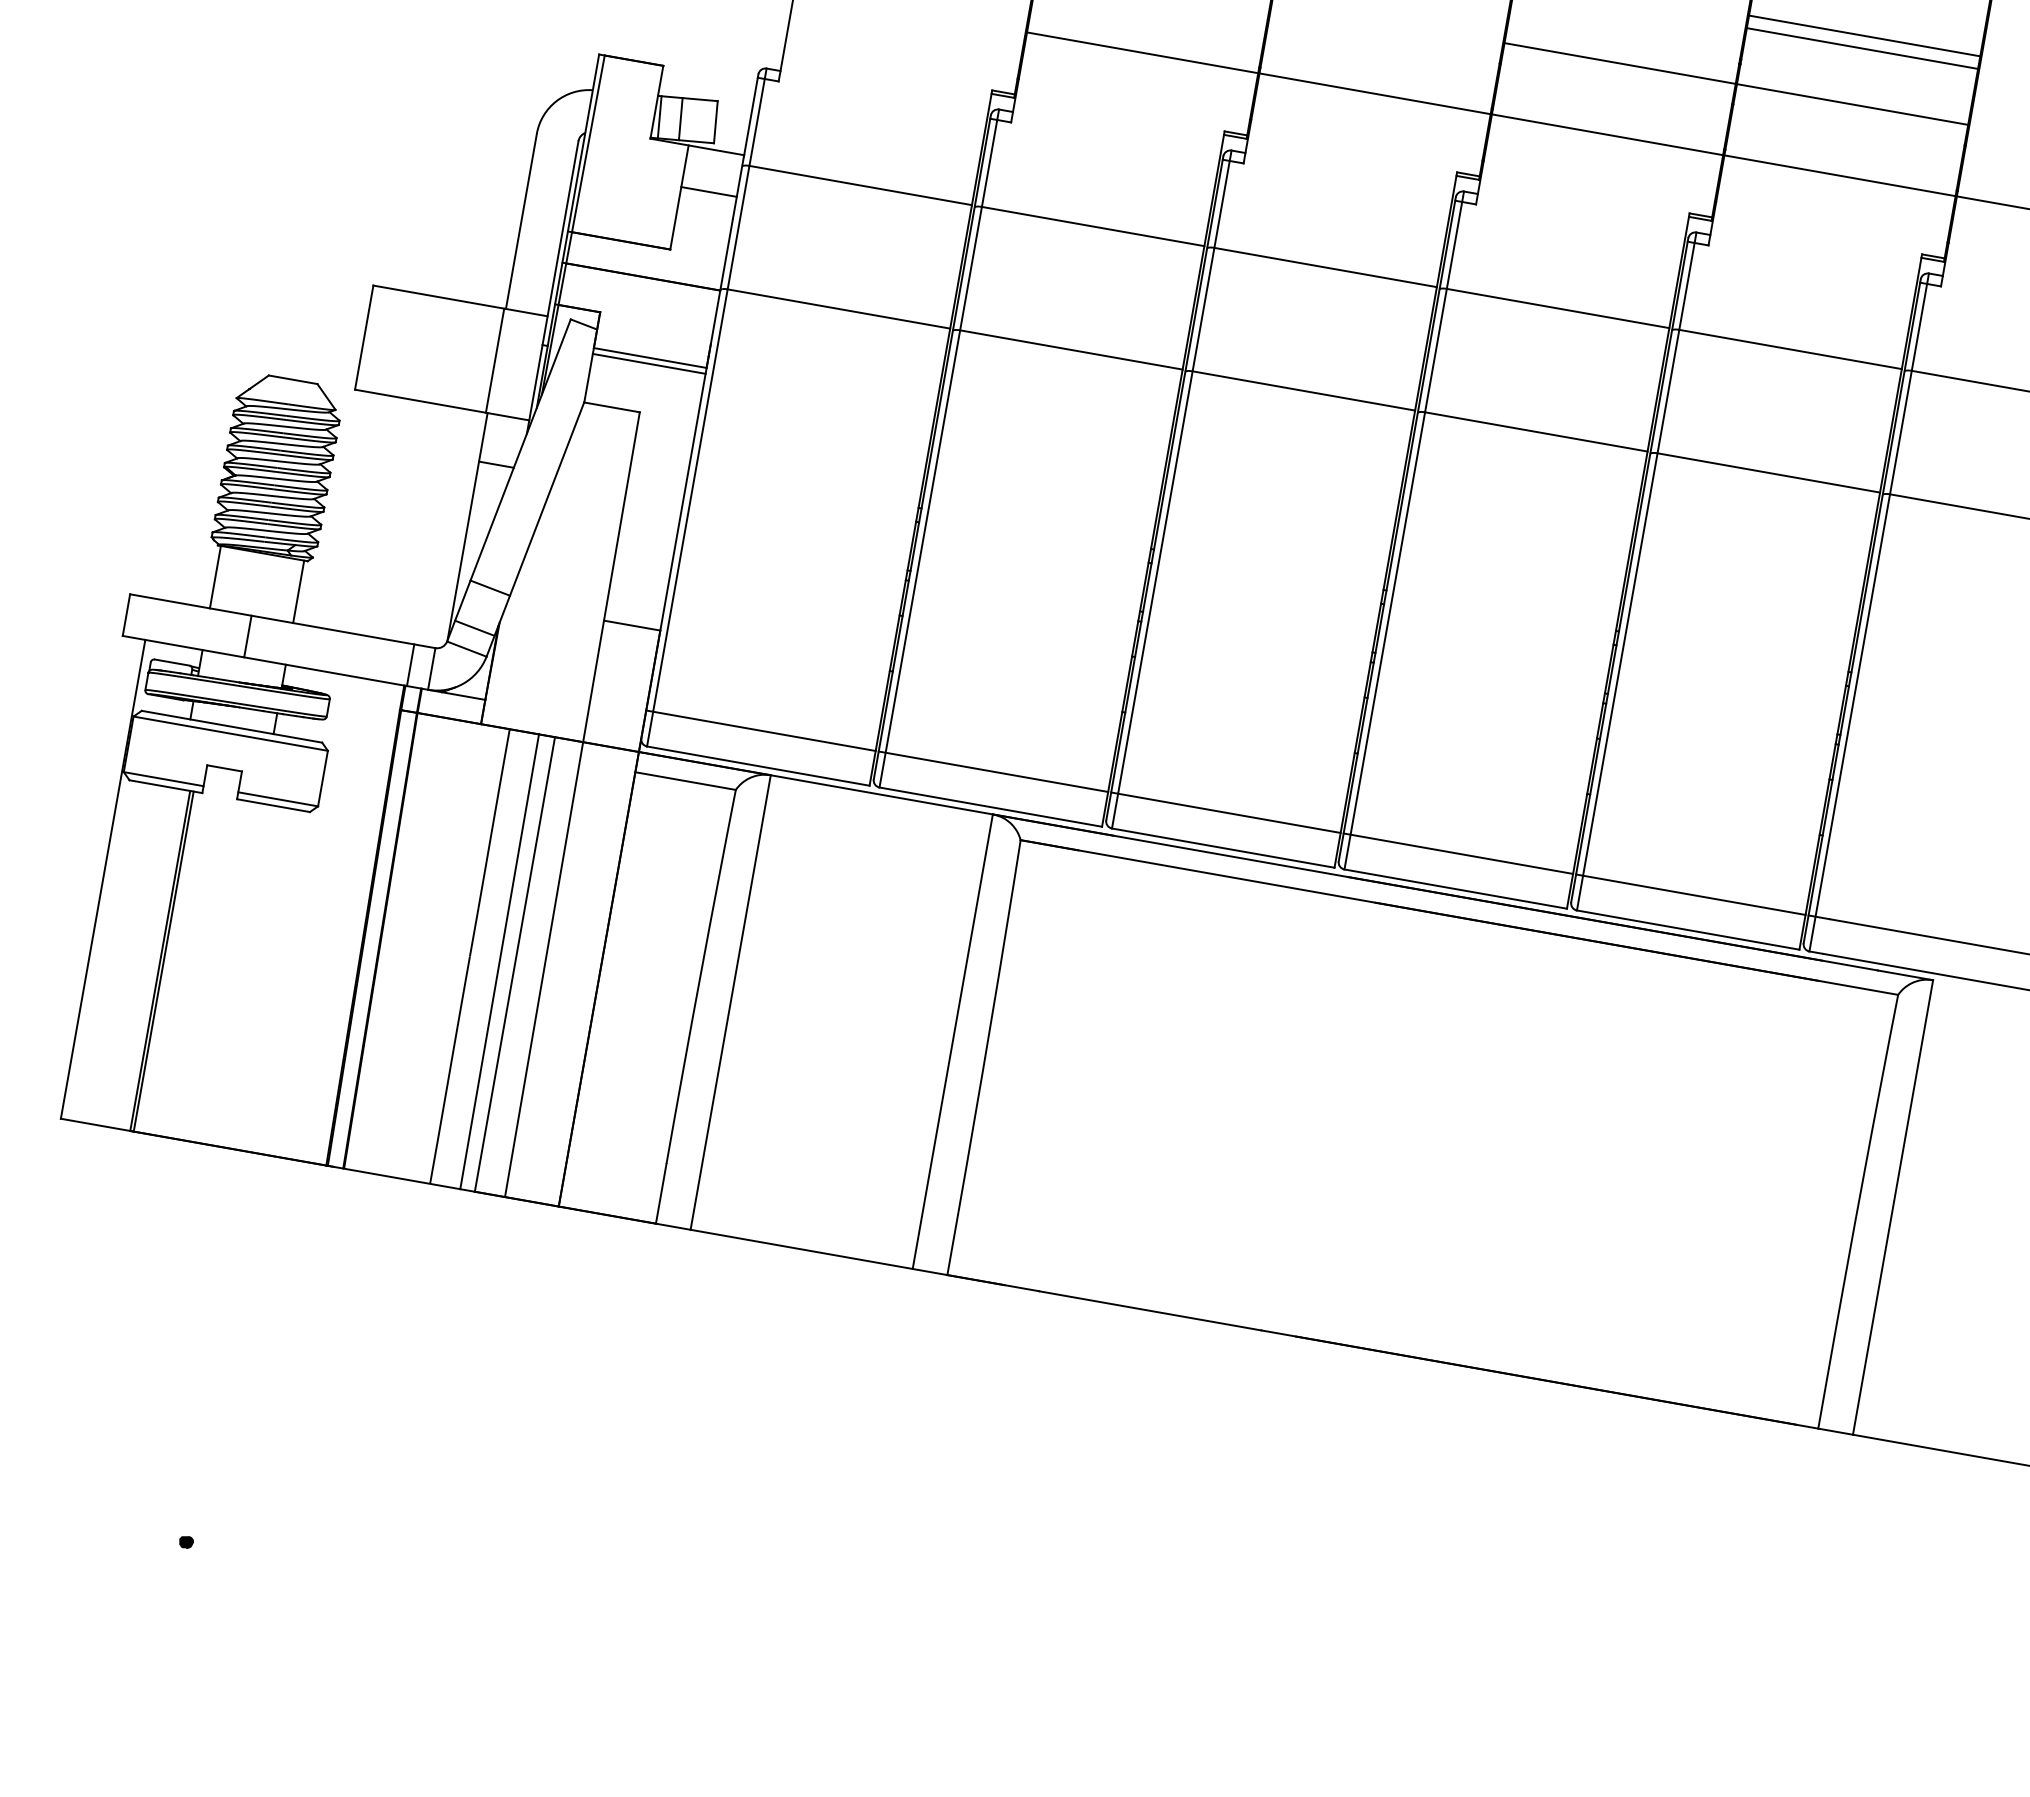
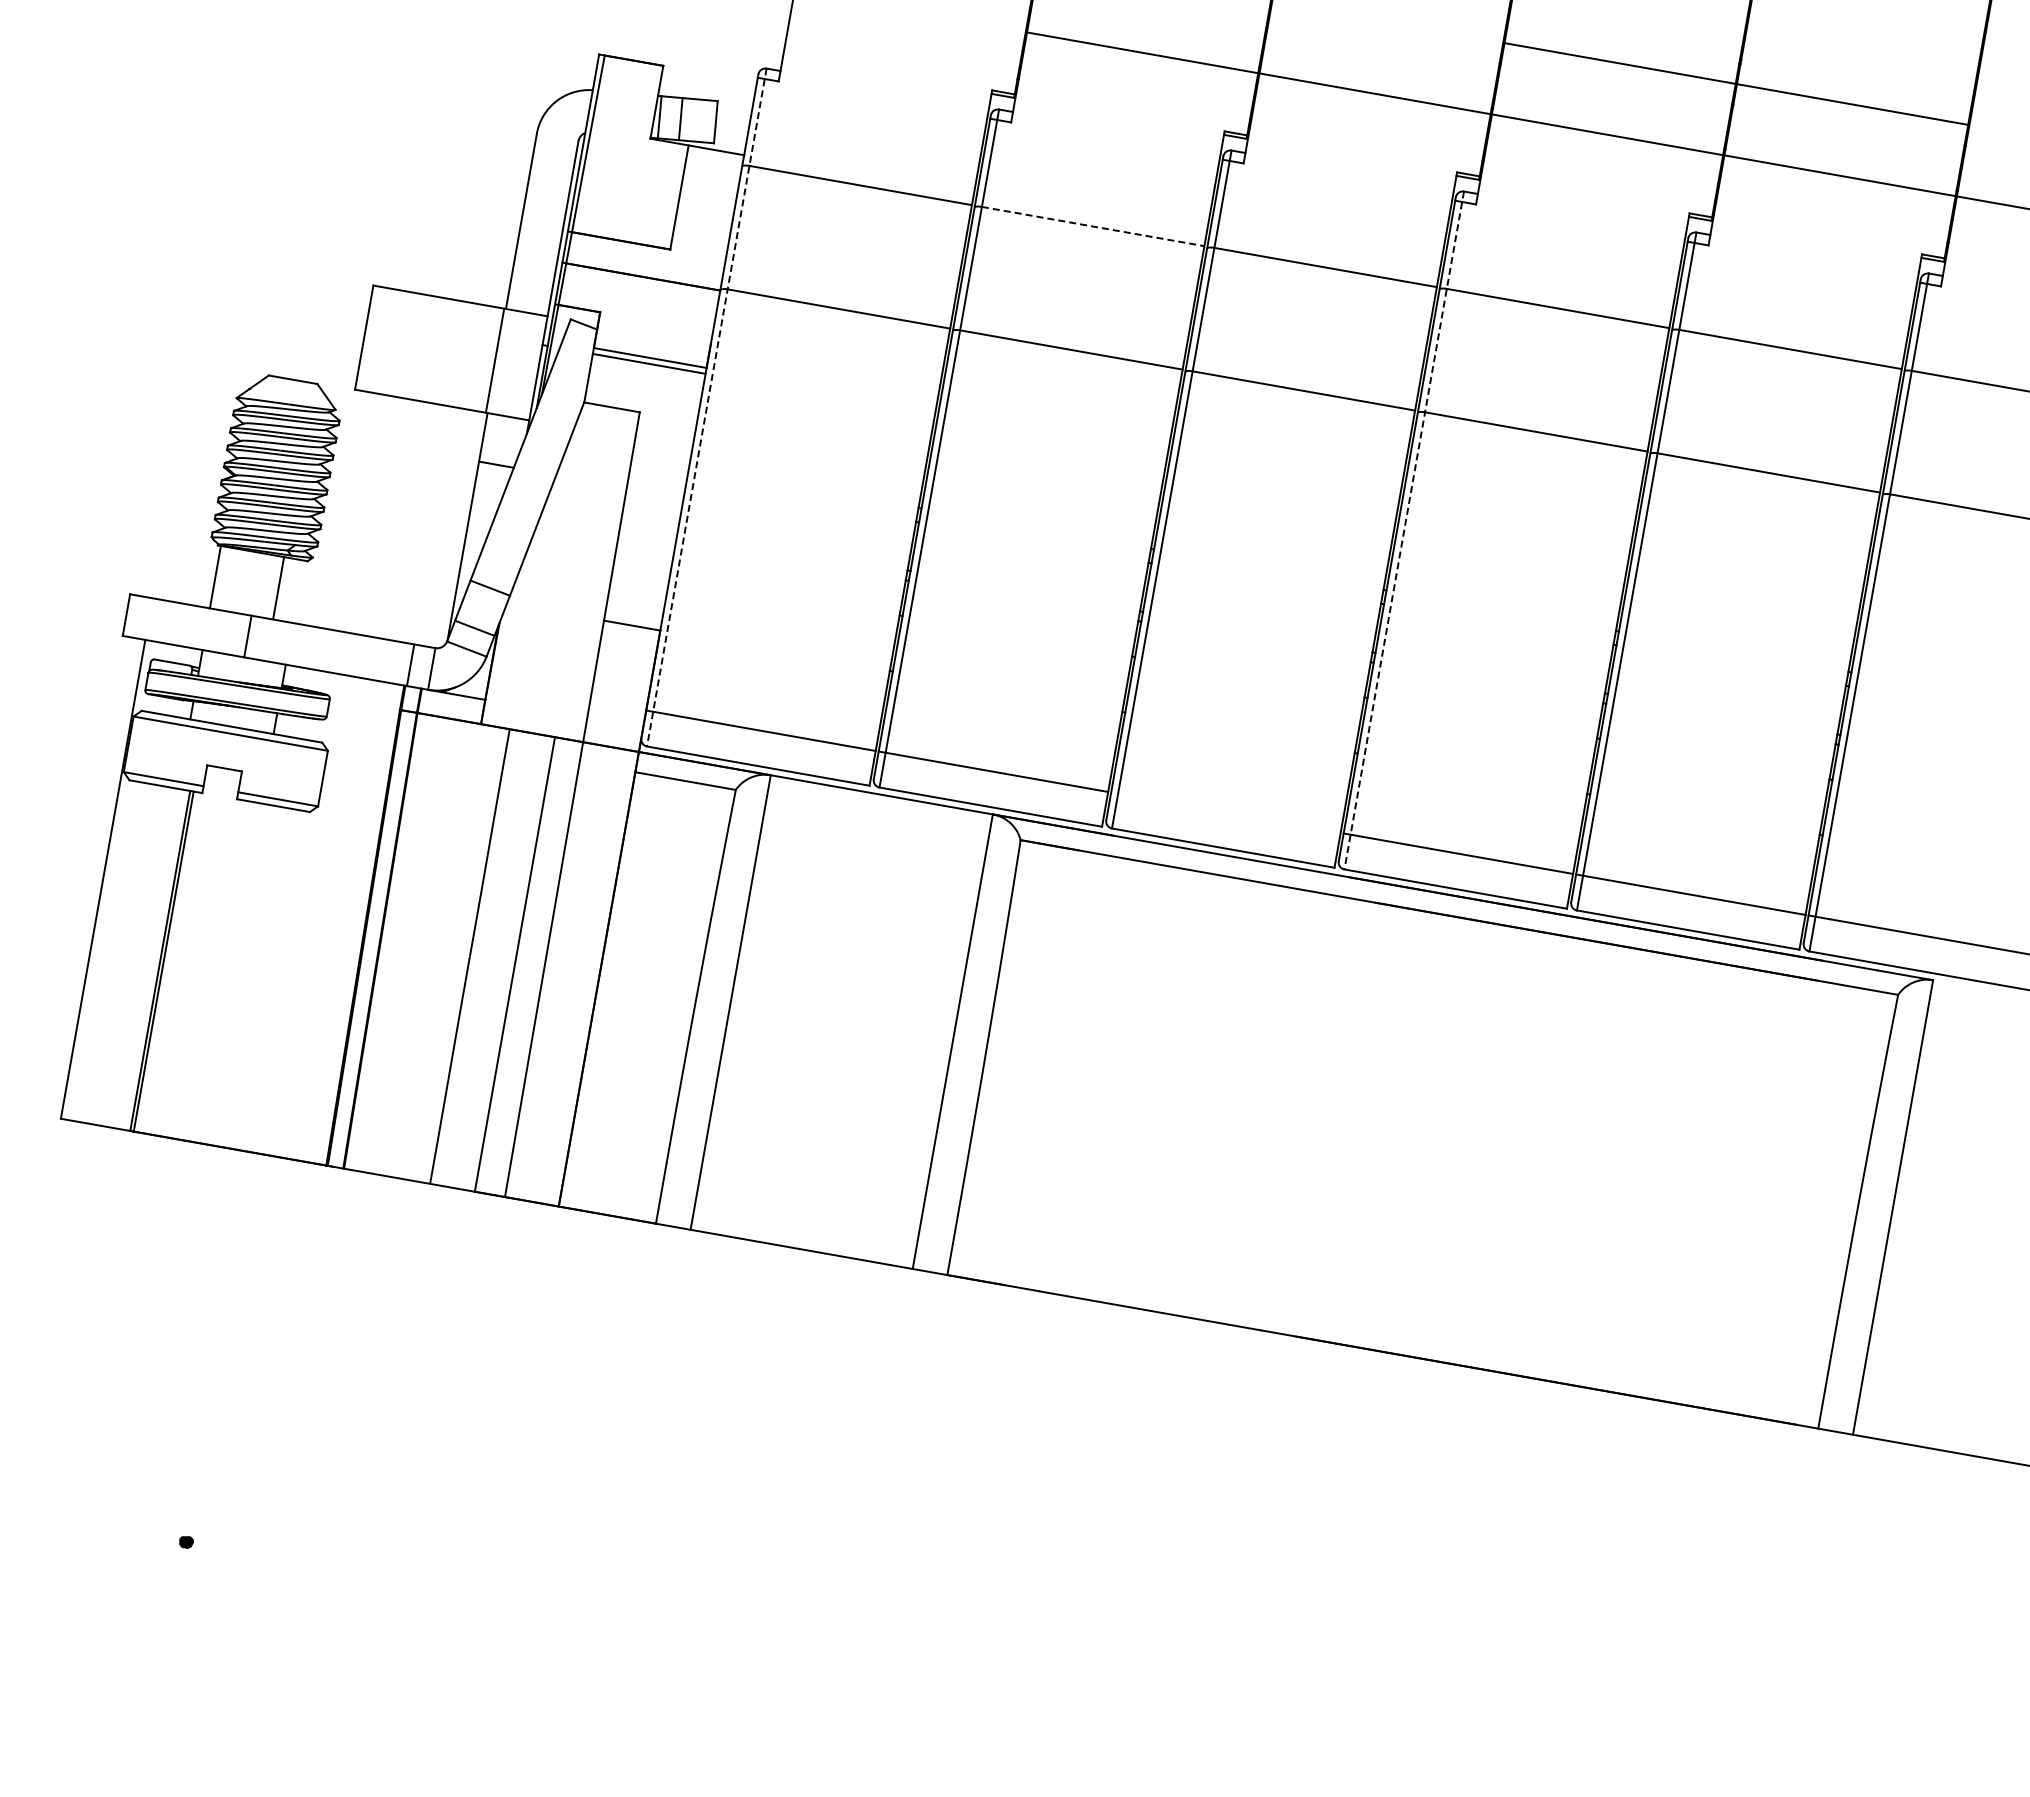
line at (1864, 35): present -> none
line at (1862, 48): present -> none
line at (708, 191): present -> none
line at (1093, 226): solid -> dashed
line at (706, 408): solid -> dashed
line at (1404, 531): solid -> dashed
line at (298, 591) position: (298, 591) -> (278, 587)
line at (1225, 812): present -> none
line at (499, 961): present -> none
